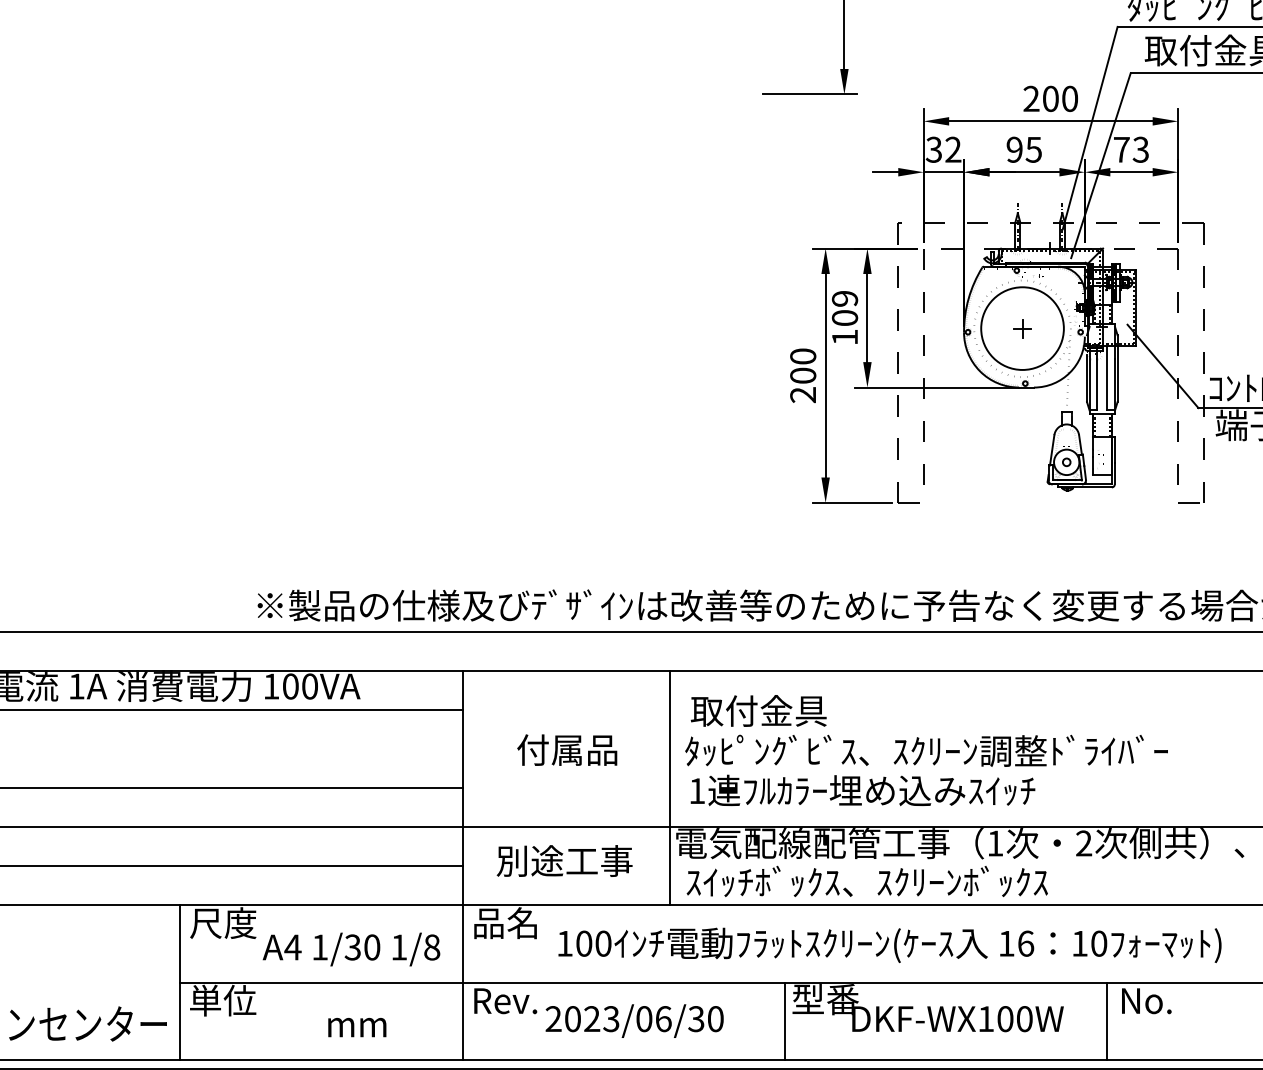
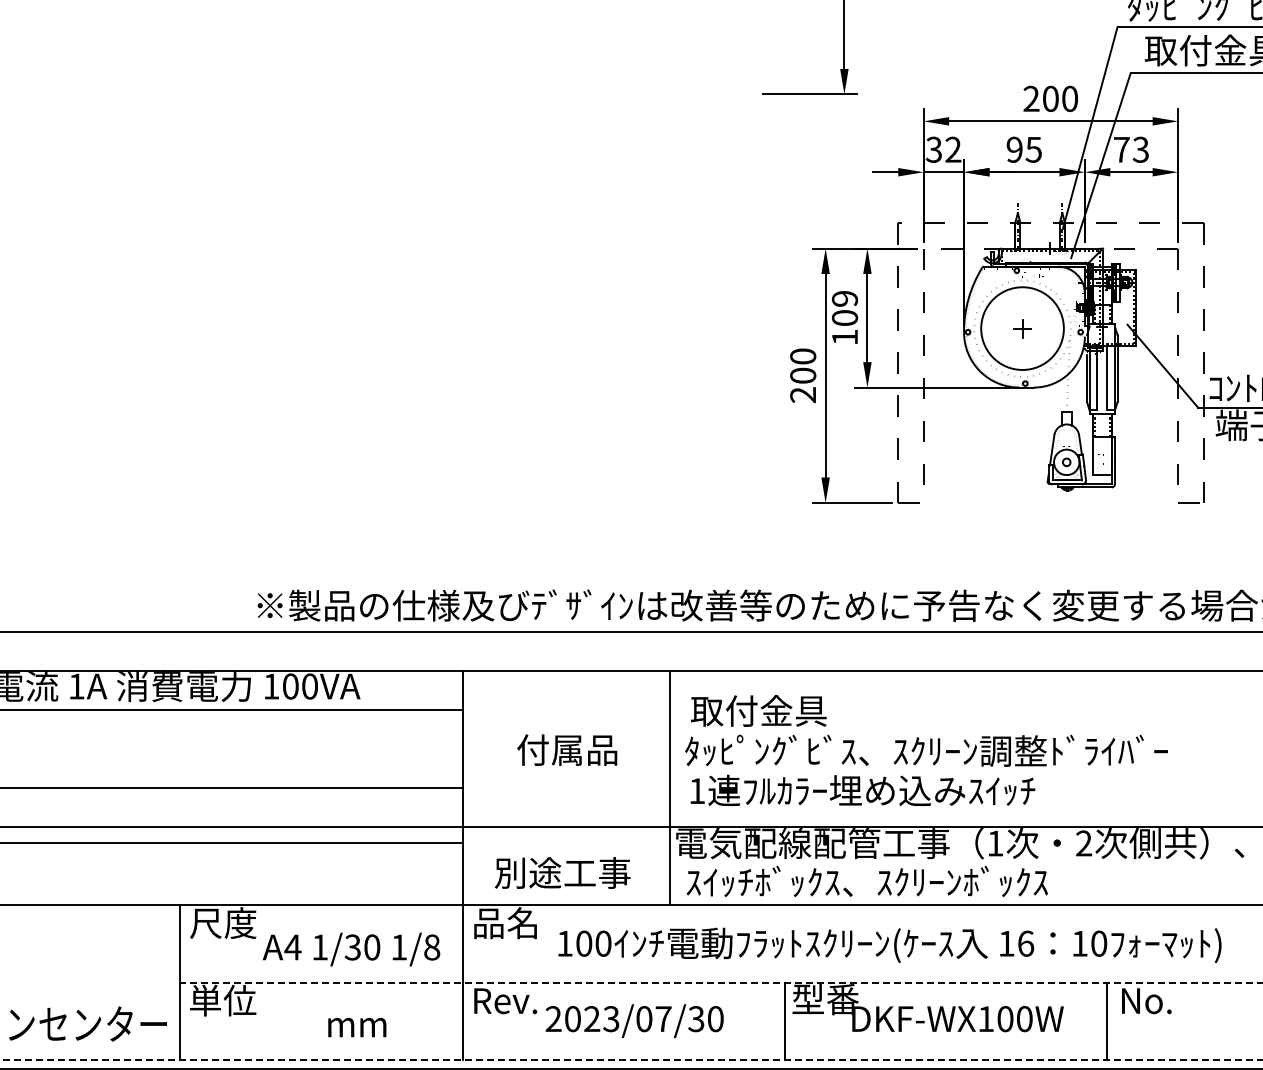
text at (564, 860) position: (564, 860) -> (562, 872)
line at (232, 866) position: (232, 866) -> (232, 843)
line at (721, 982): solid -> dashed
text at (663, 1019): 2023/06/30 -> 2023/07/30
line at (631, 1060): solid -> dashed
